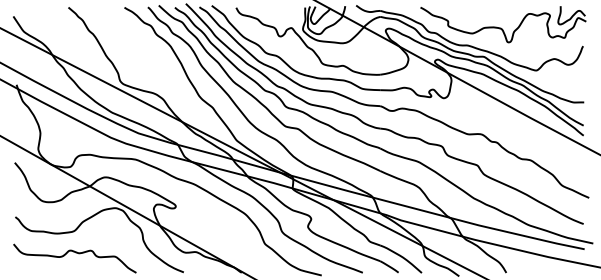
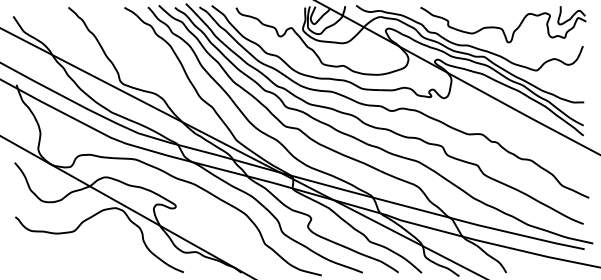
curve at (75, 253): present -> none
